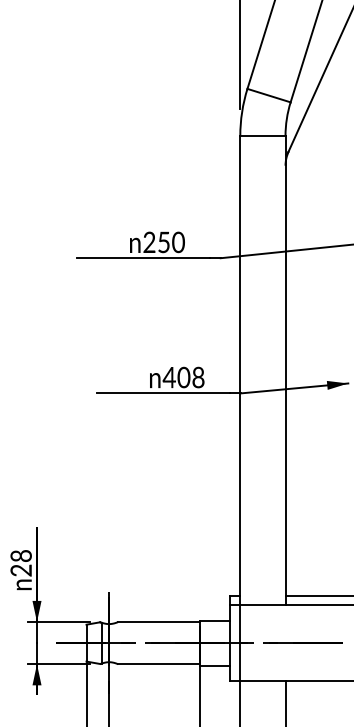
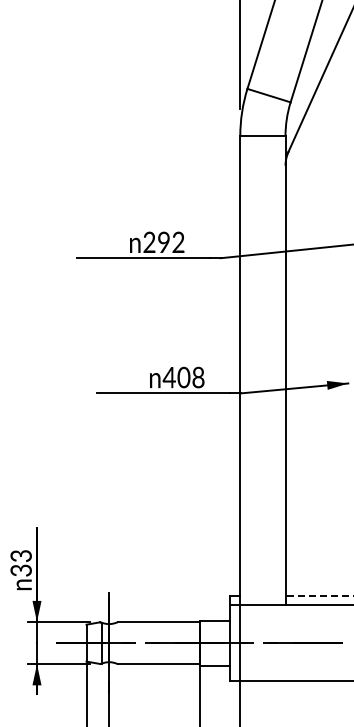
text at (171, 242): 250 -> 292
text at (21, 563): 28 -> 33
line at (319, 596): solid -> dashed
line at (285, 701): present -> none
